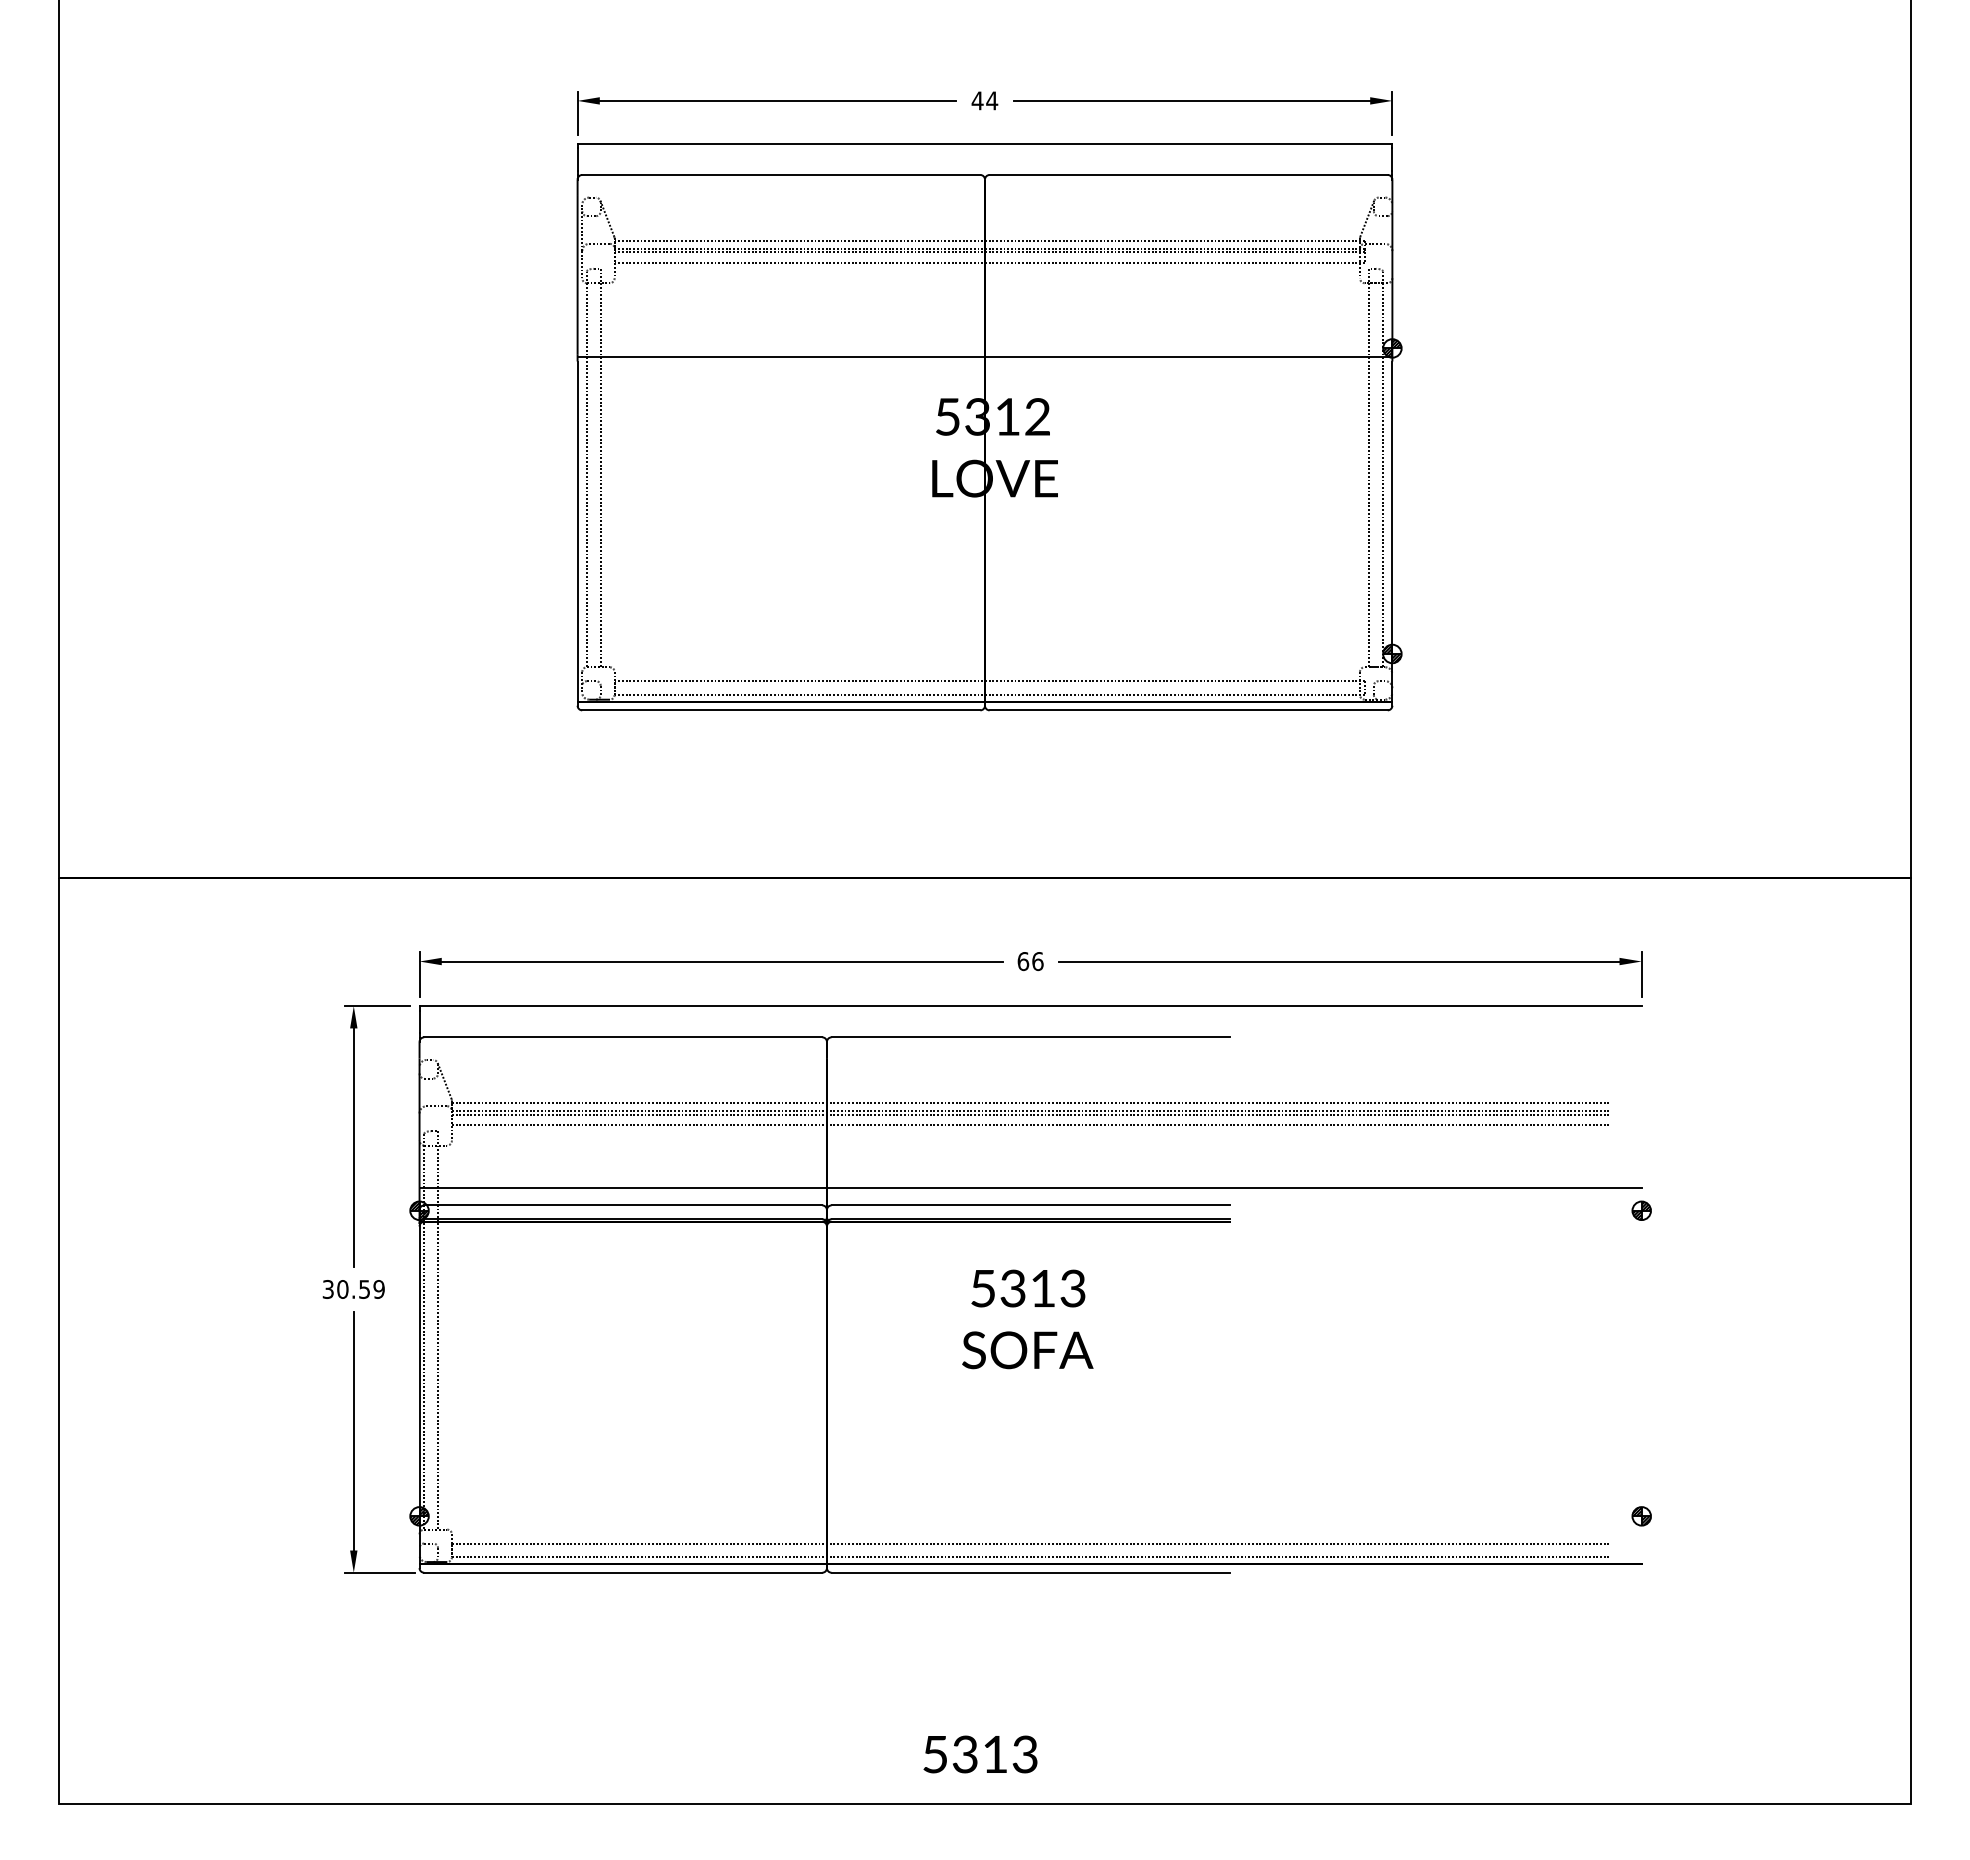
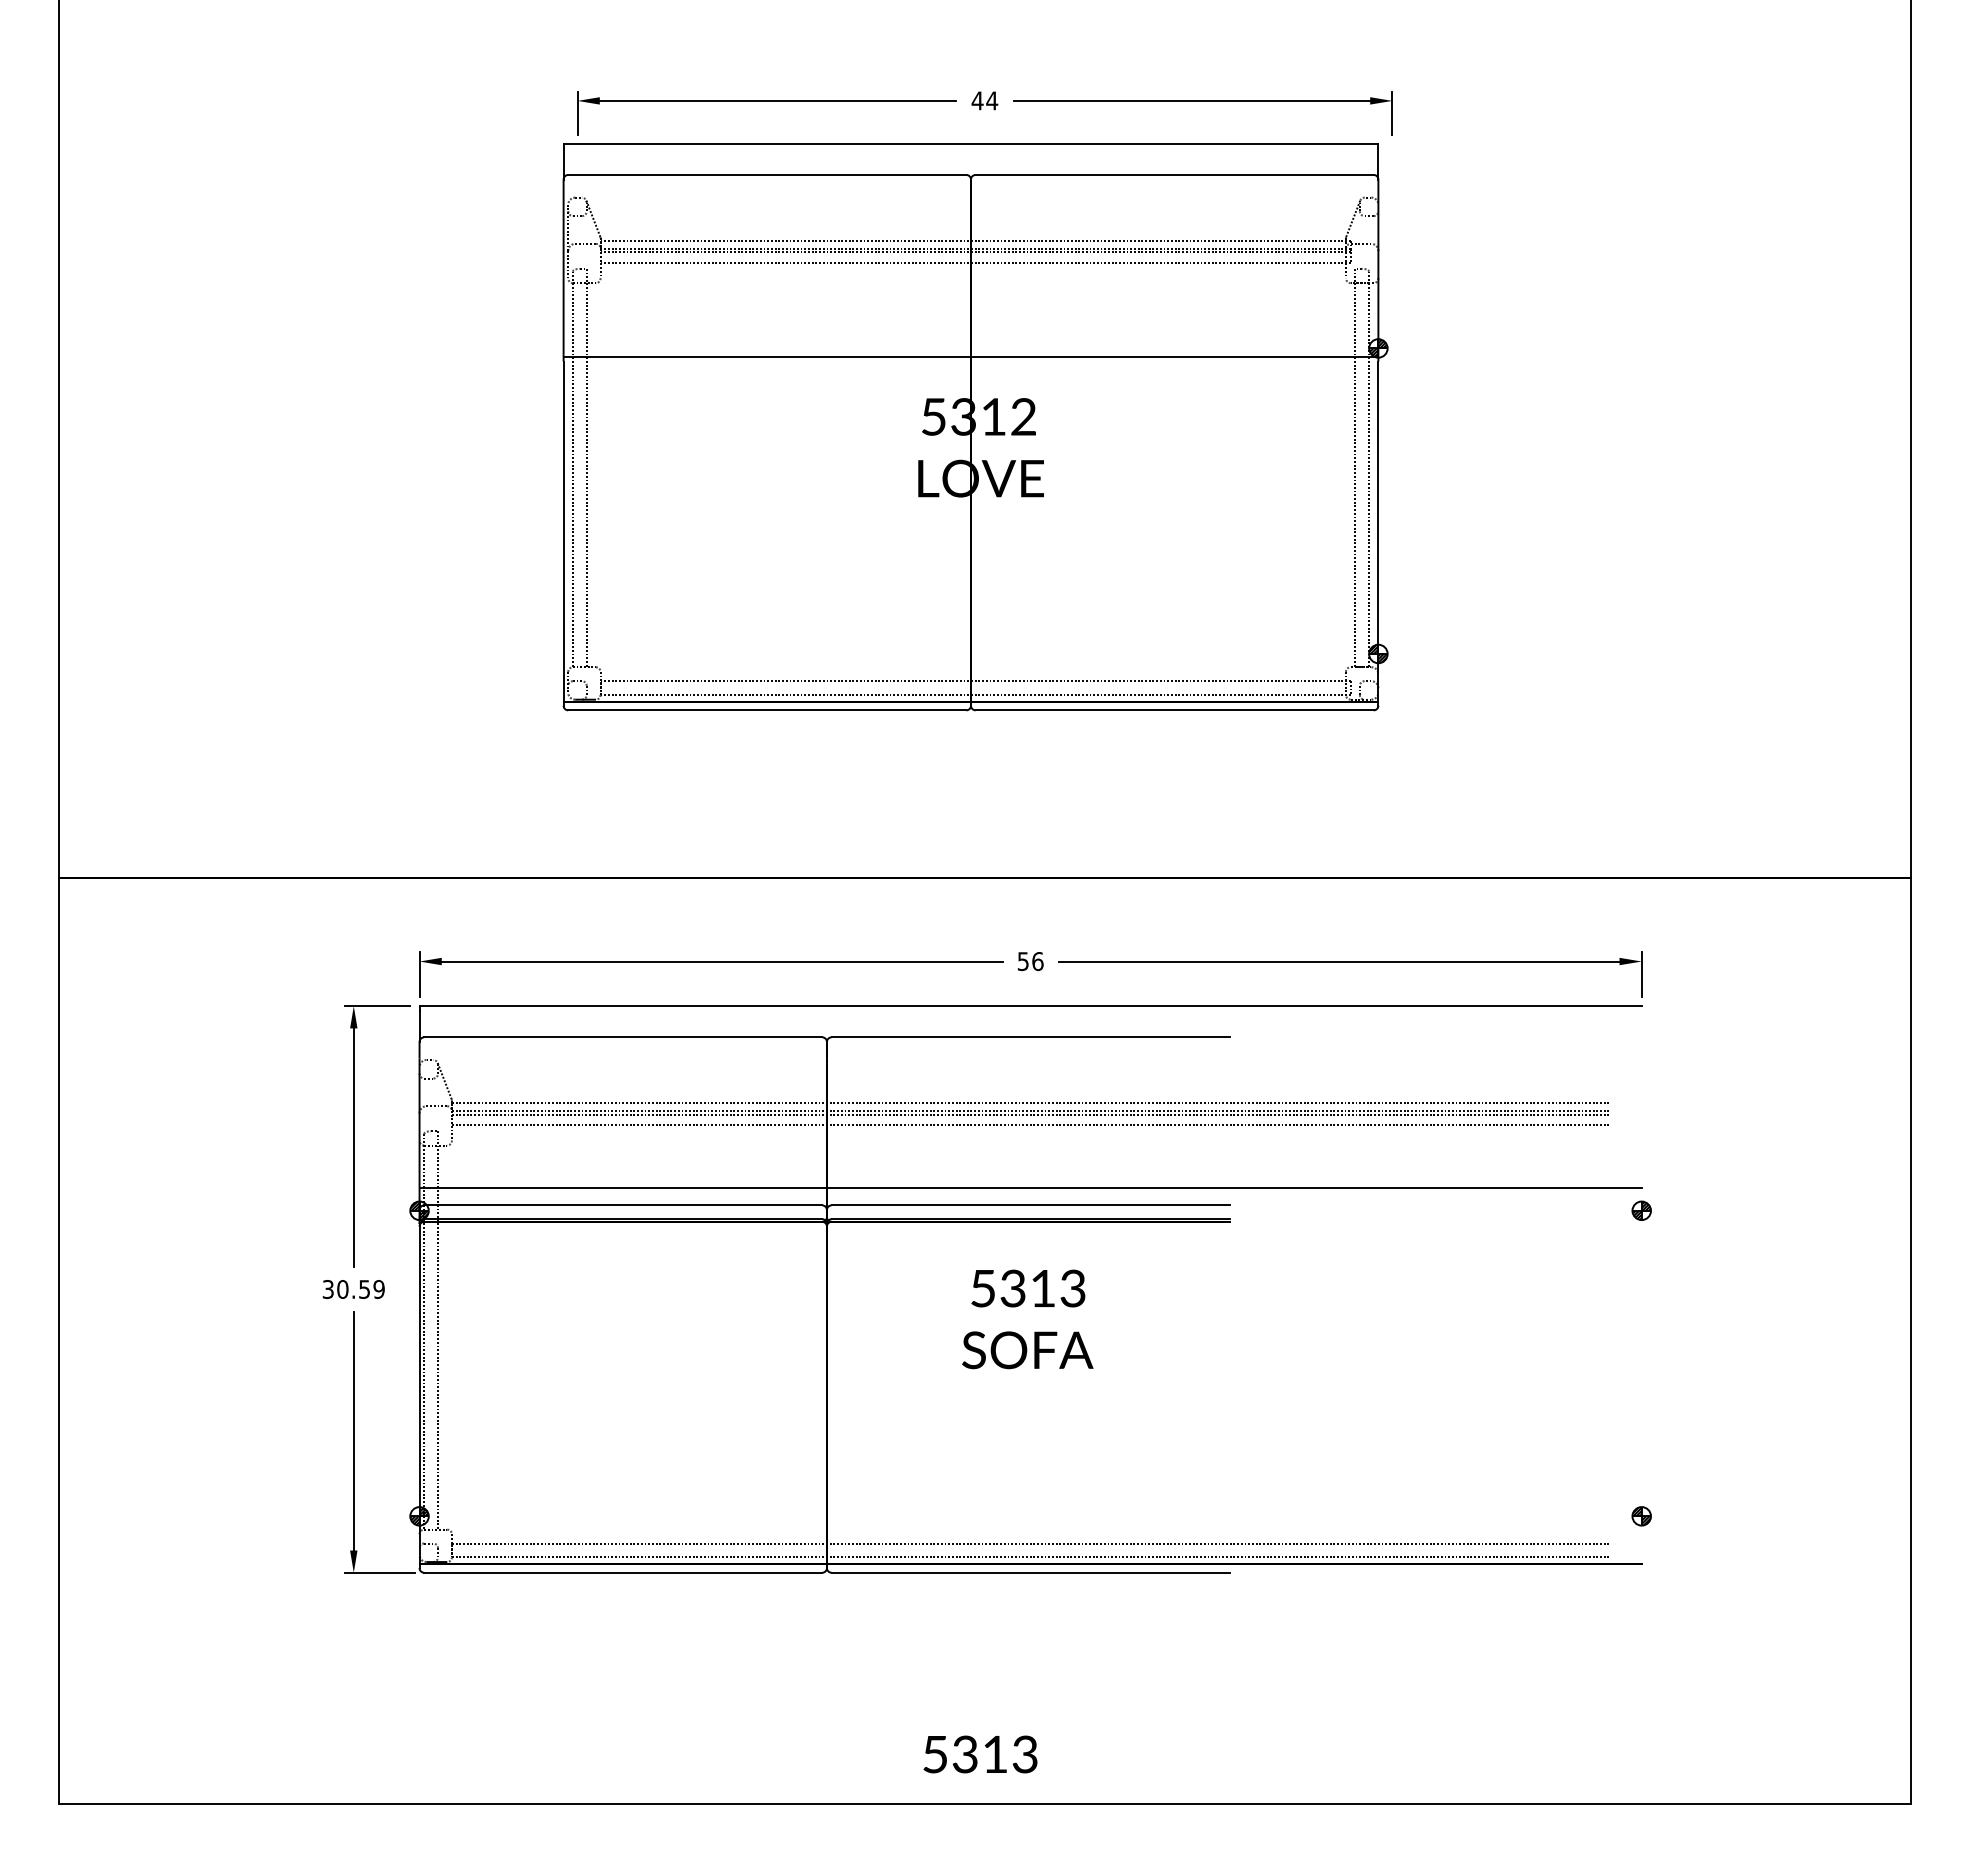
part at (989, 427) position: (989, 427) -> (975, 427)
text at (1023, 961): 66 -> 56
